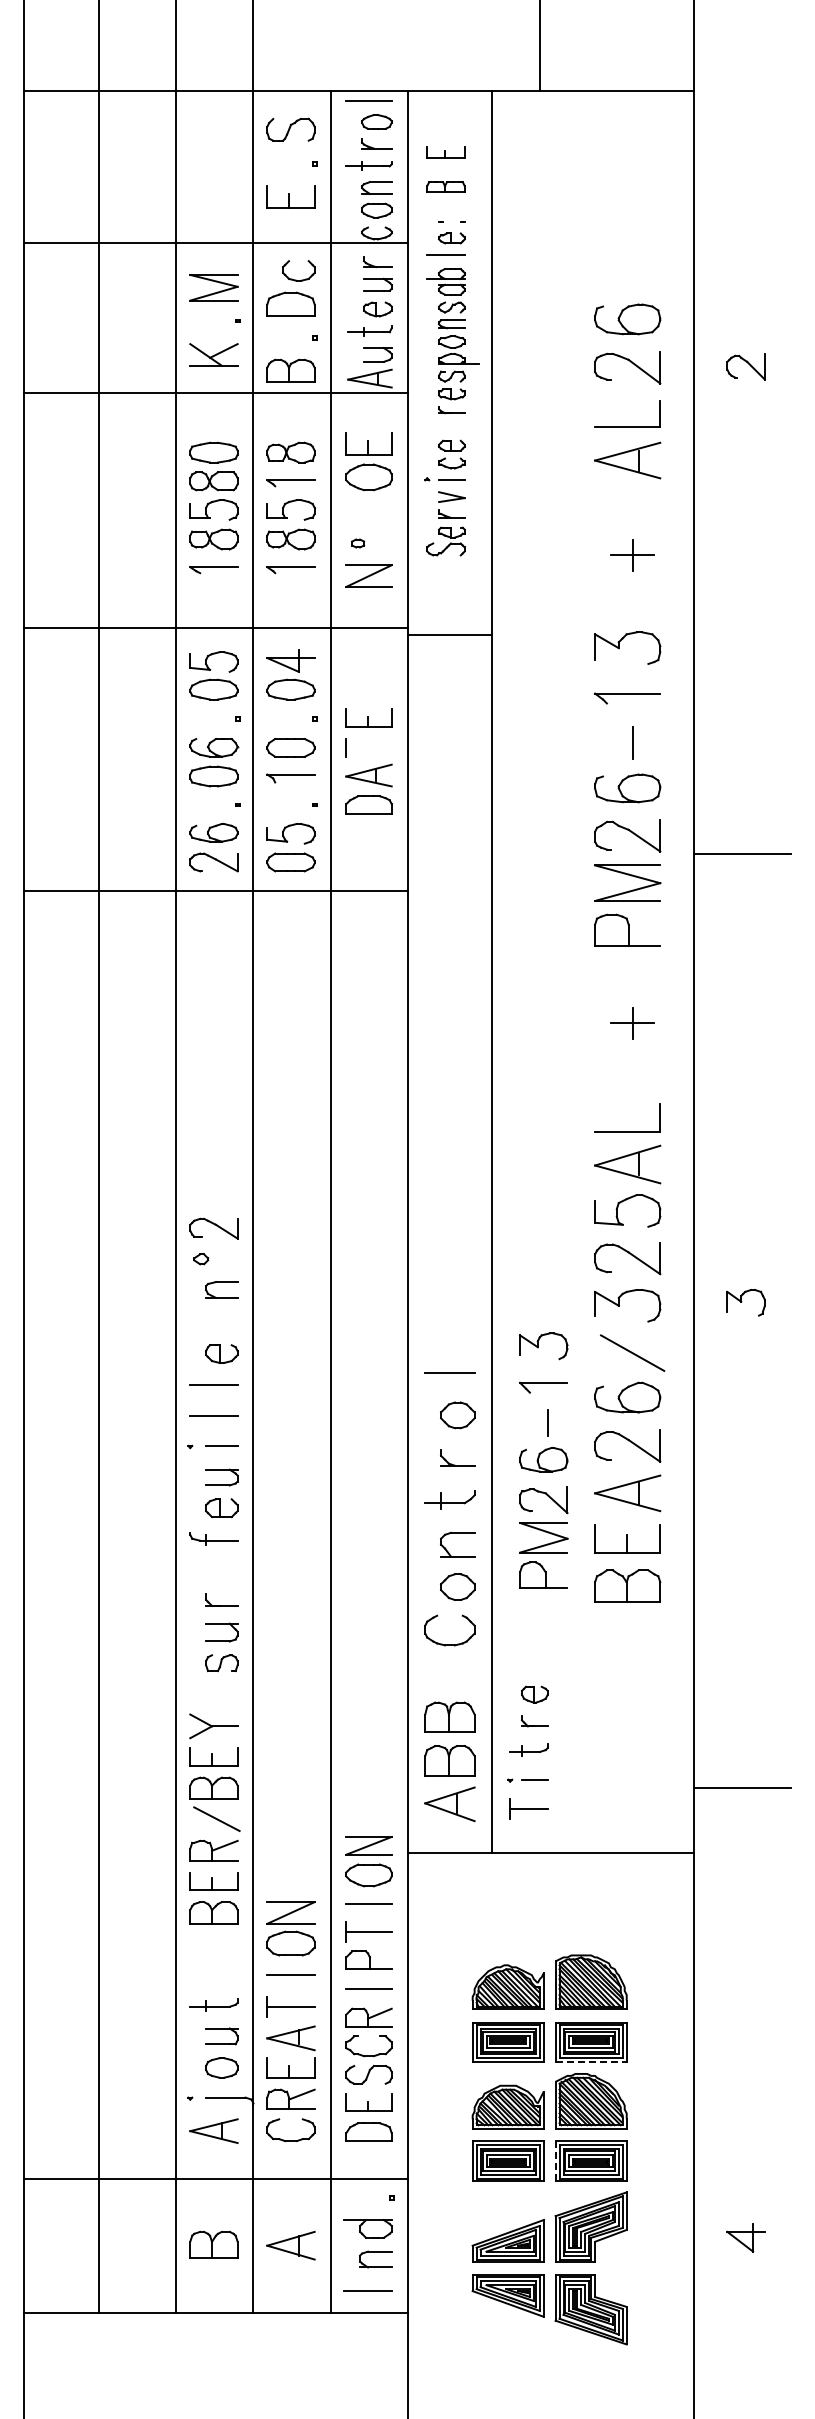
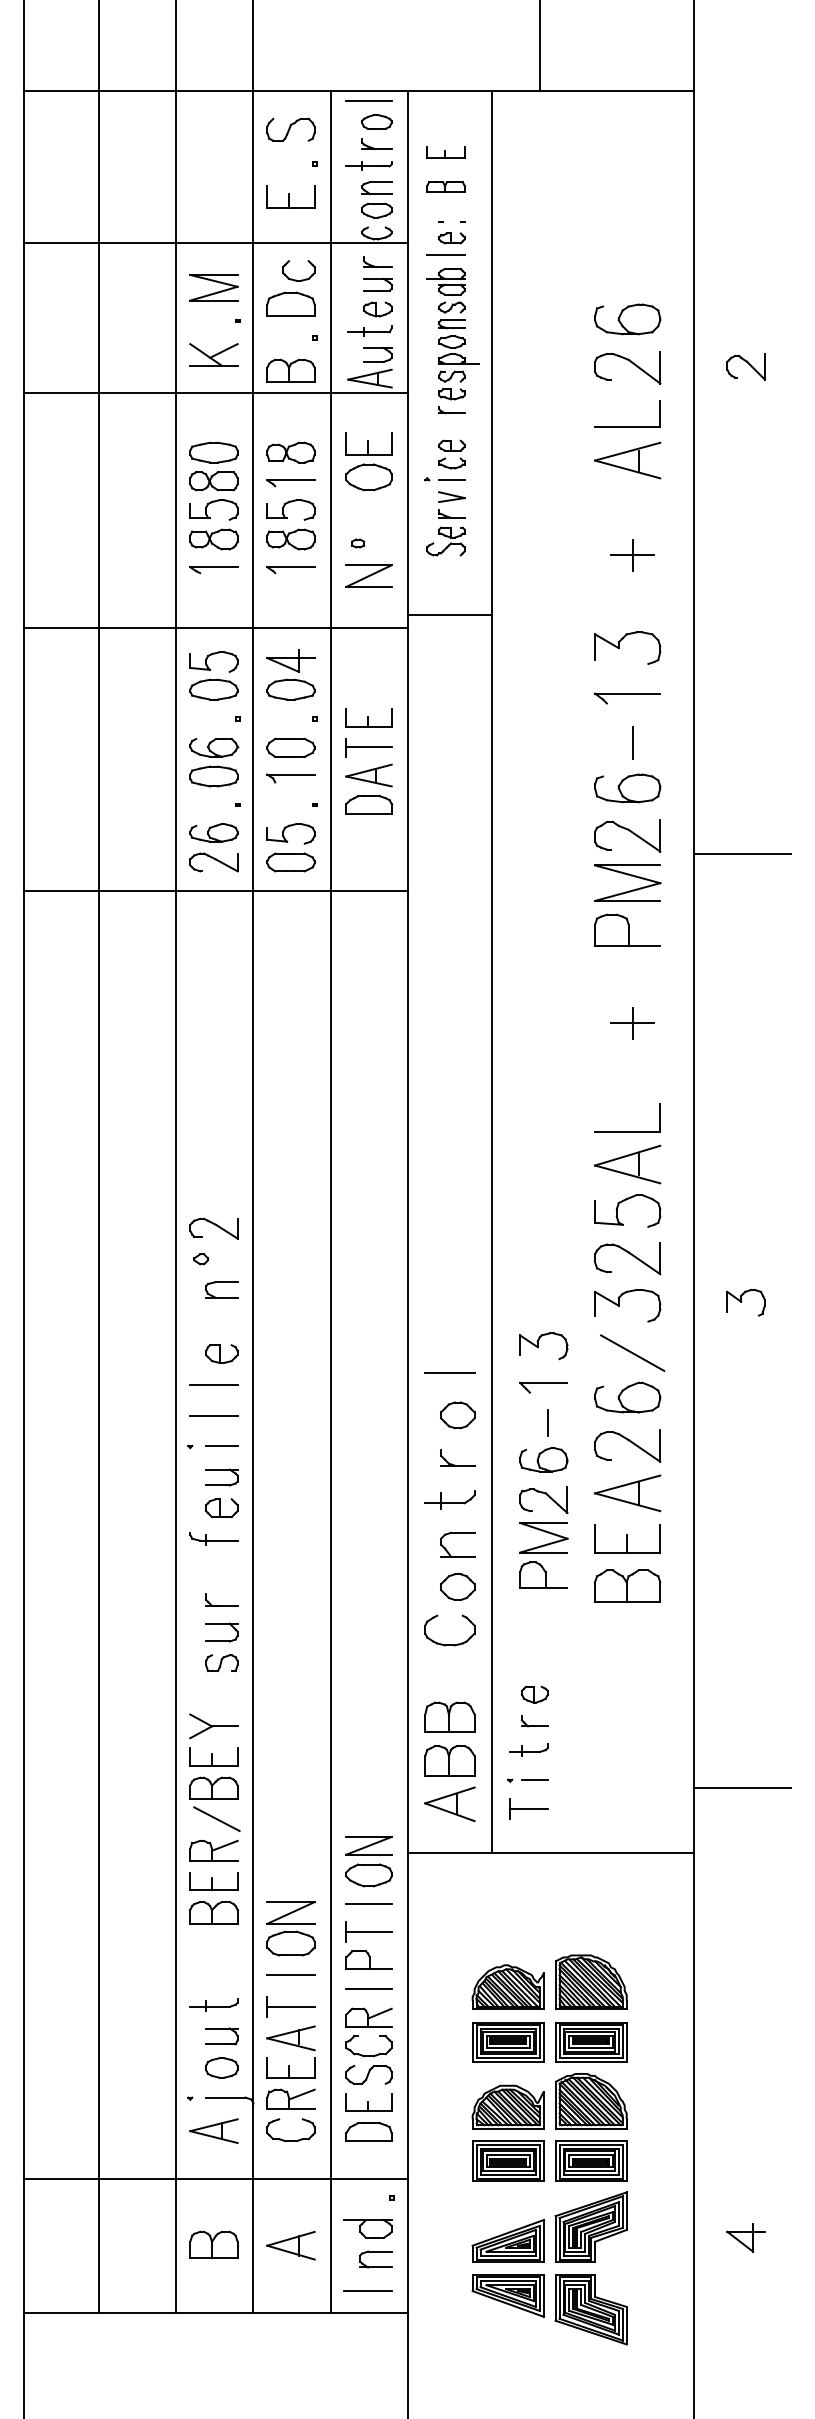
line at (449, 634) position: (449, 634) -> (449, 614)
line at (368, 746): none -> present
line at (591, 2062): dashed -> solid
line at (555, 2160): dashed -> solid
